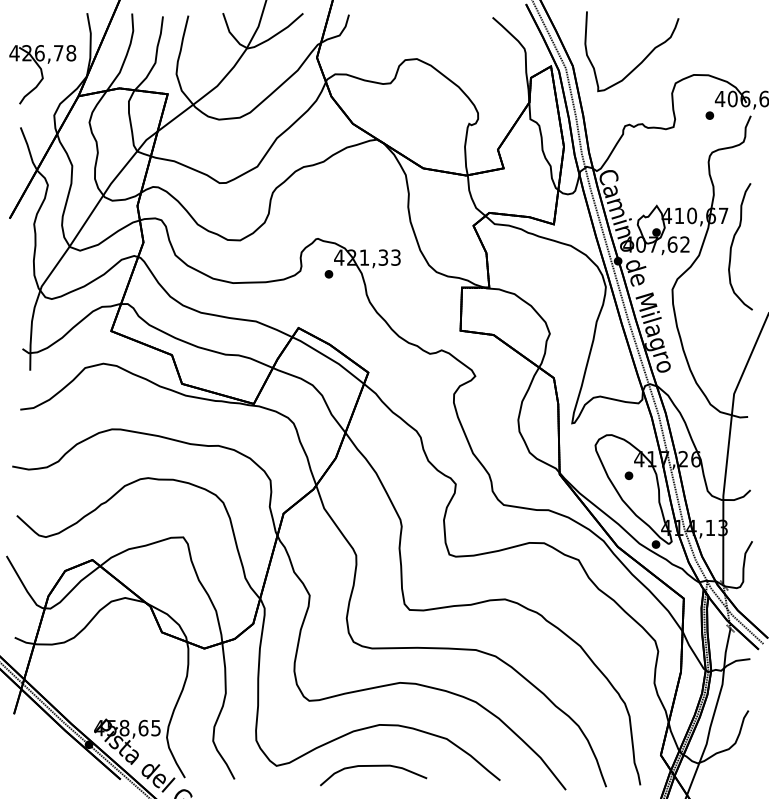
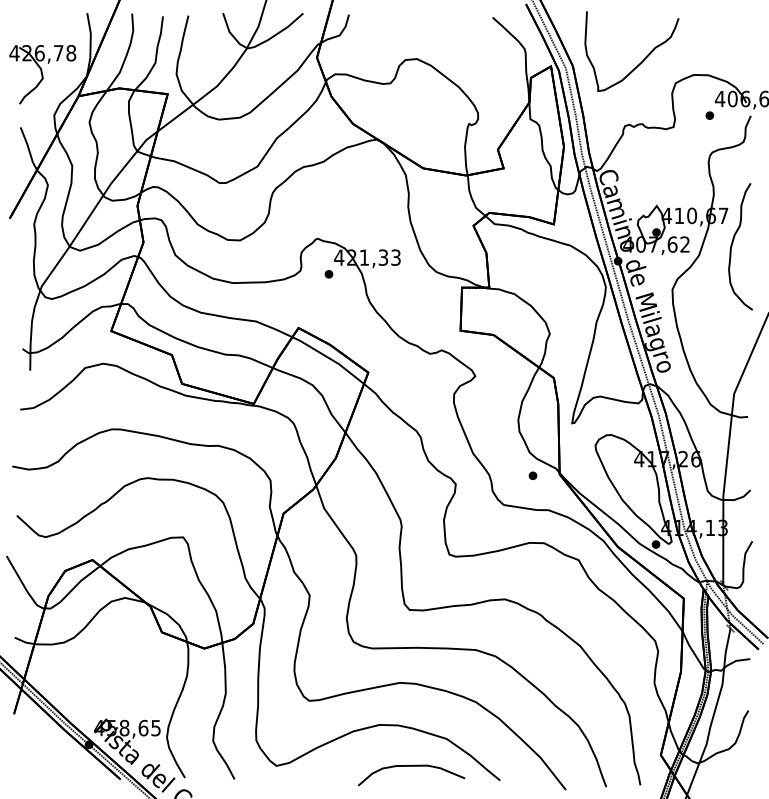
part at (628, 475) position: (628, 475) -> (532, 475)
curve at (373, 766) position: (373, 766) -> (411, 766)
